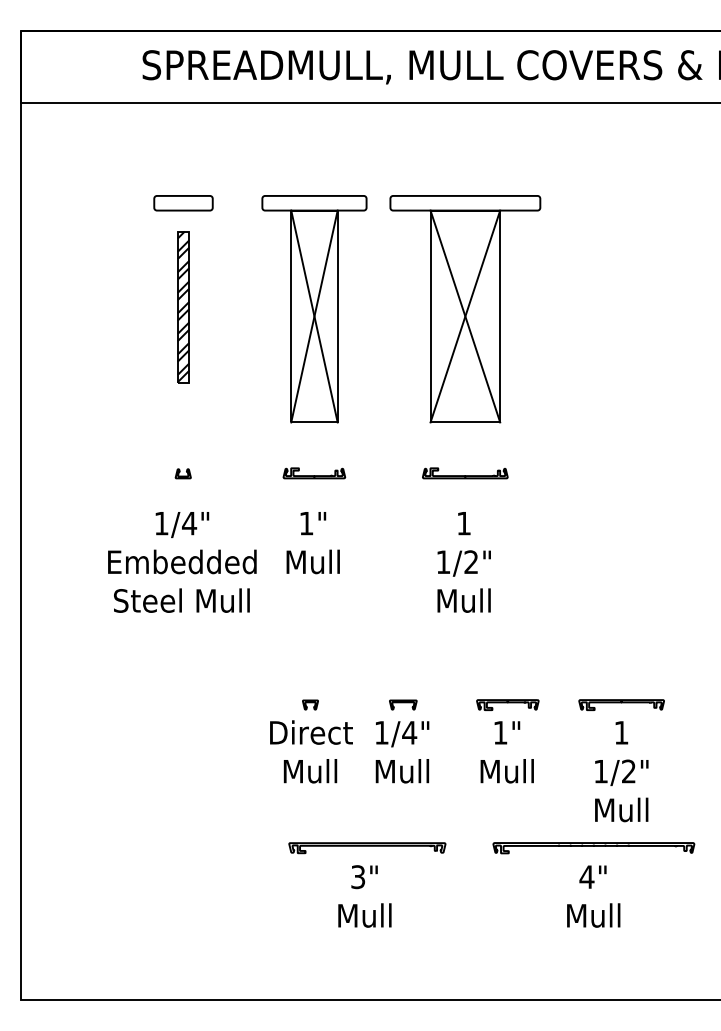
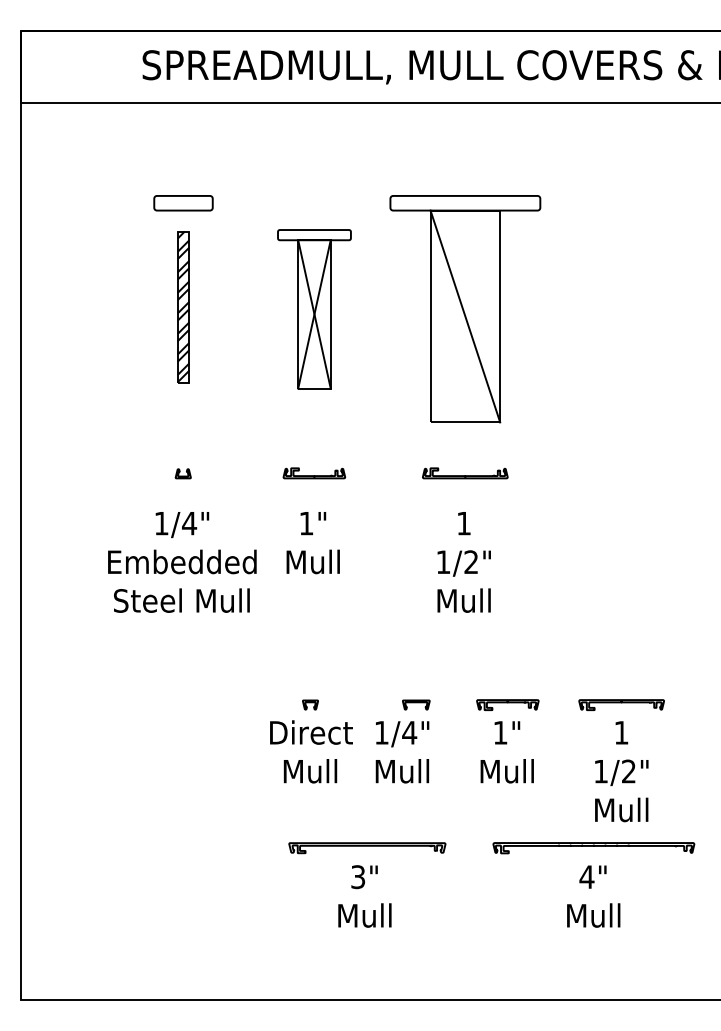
part at (314, 309) size: 107x229 px -> 75x161 px
line at (465, 316): present -> none
part at (403, 704) position: (403, 704) -> (416, 704)
